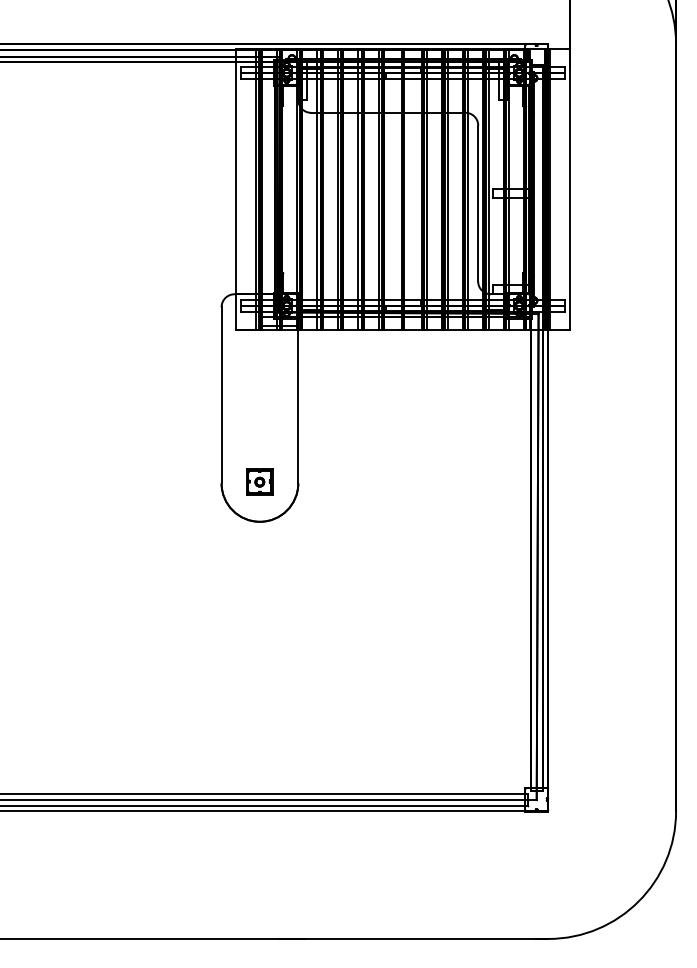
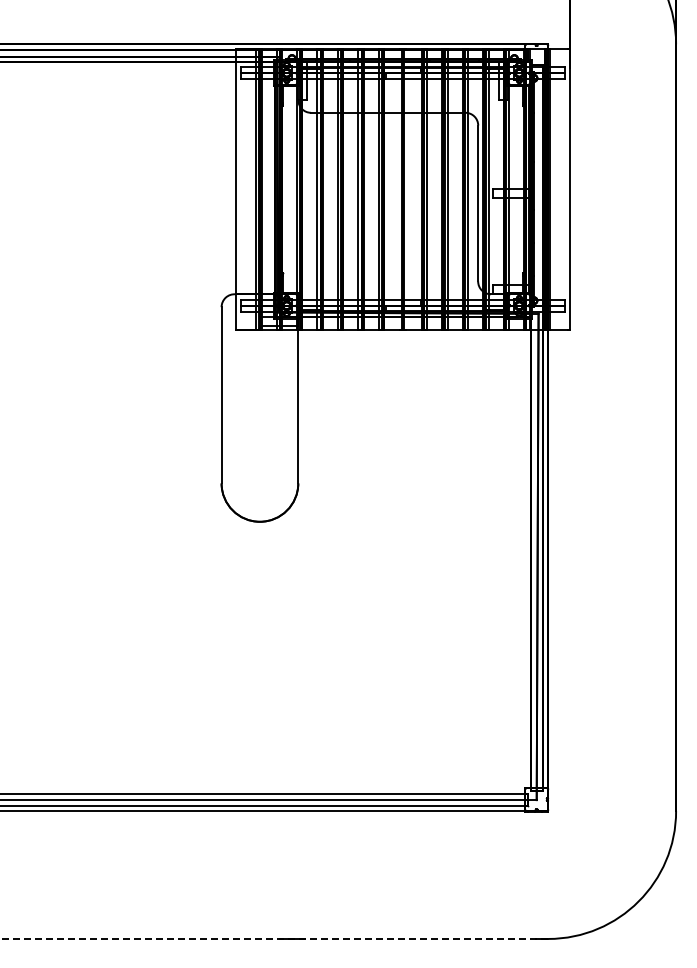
part at (259, 481): present -> none
line at (274, 938): solid -> dashed
